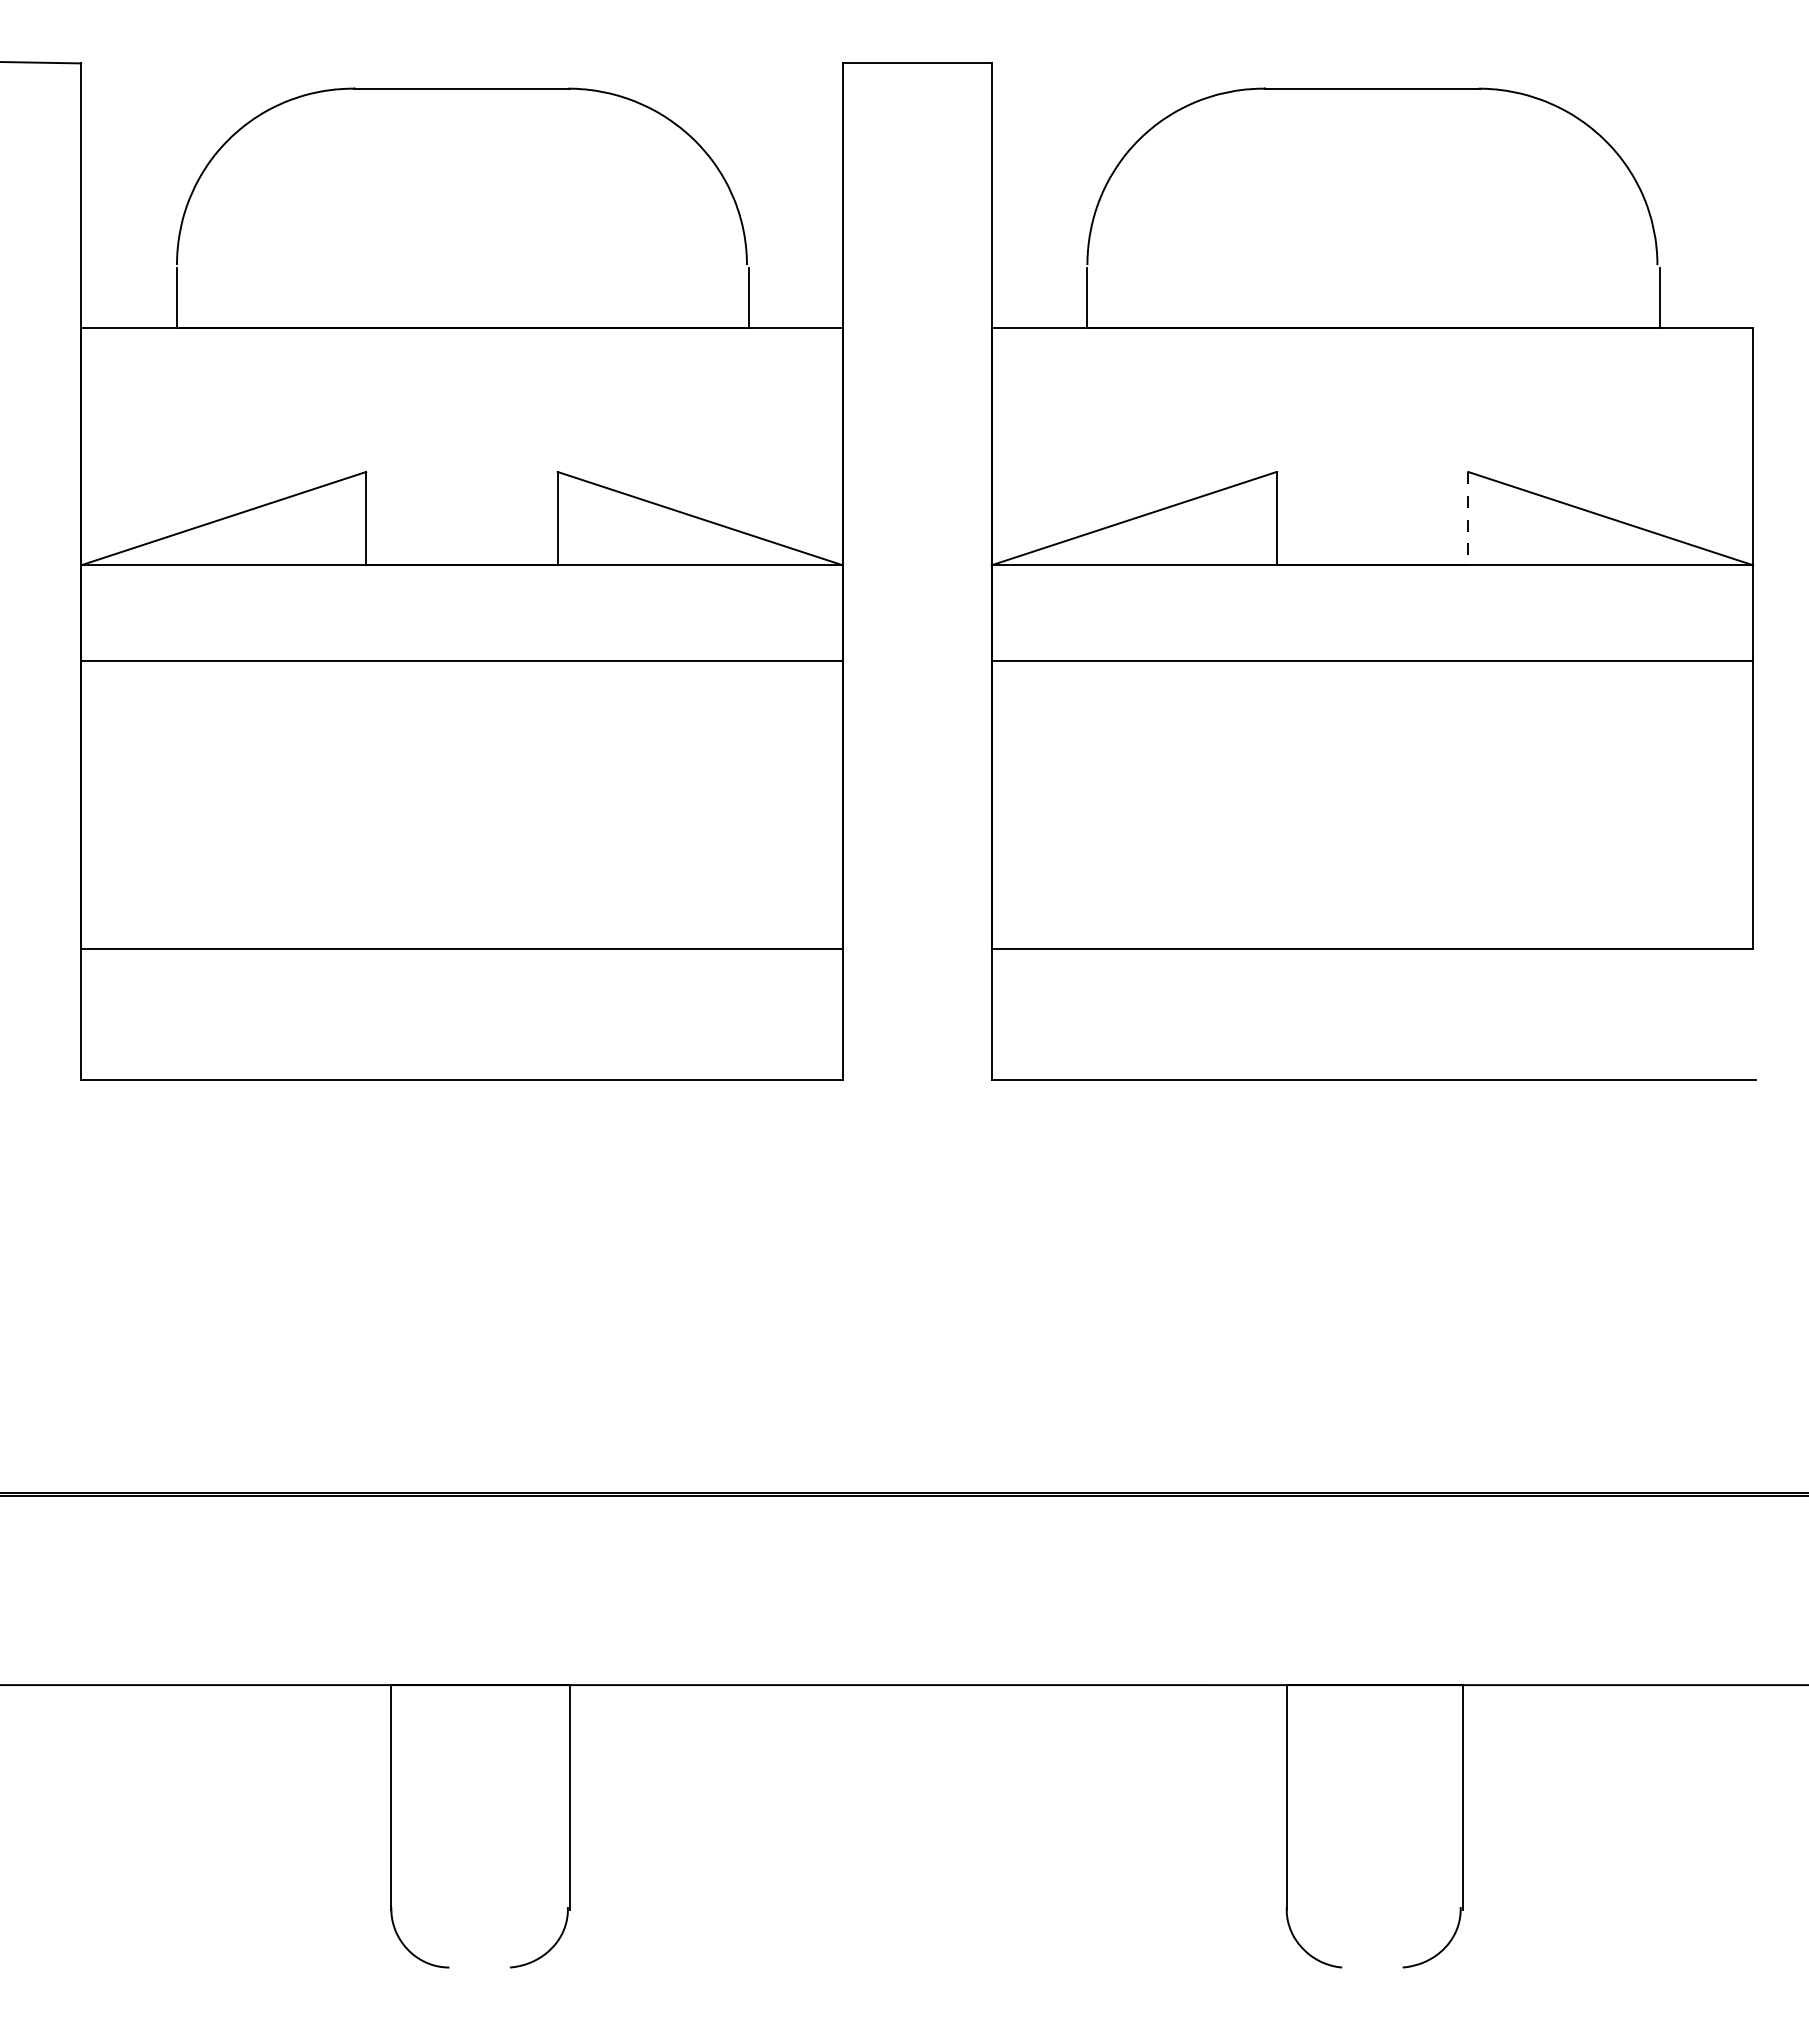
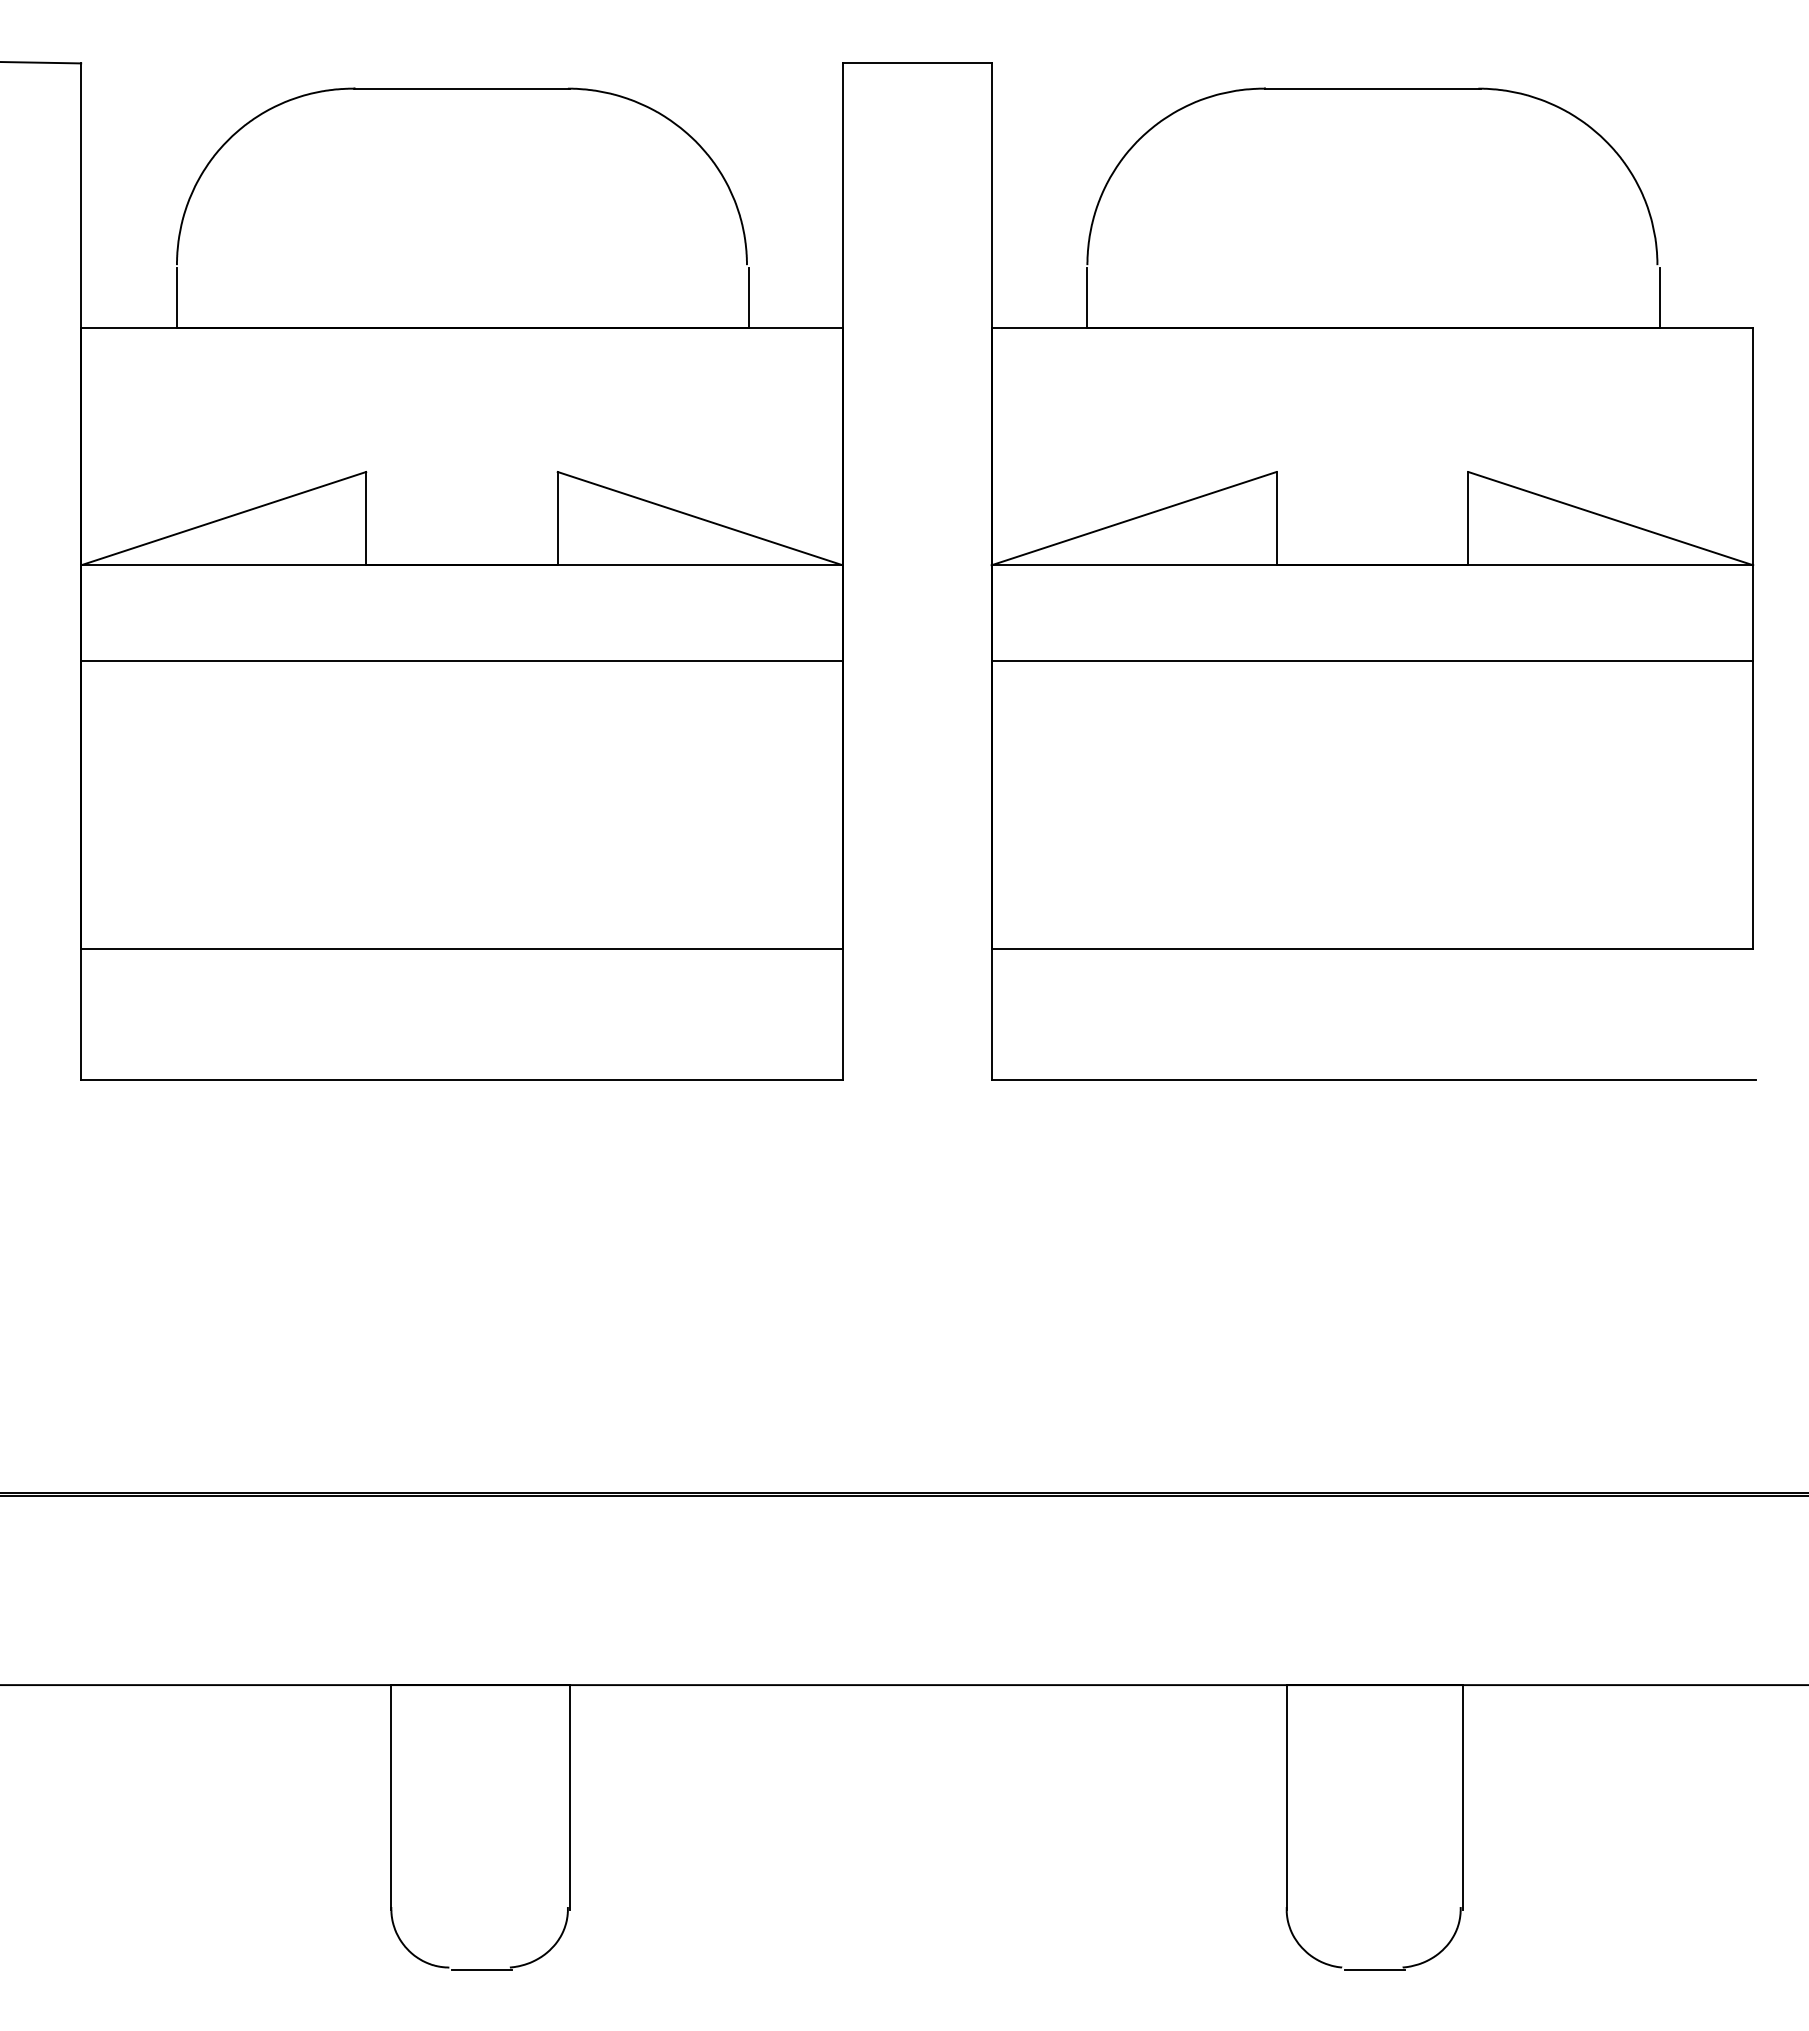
line at (1468, 518): dashed -> solid
line at (481, 1970): none -> present
line at (1374, 1970): none -> present
